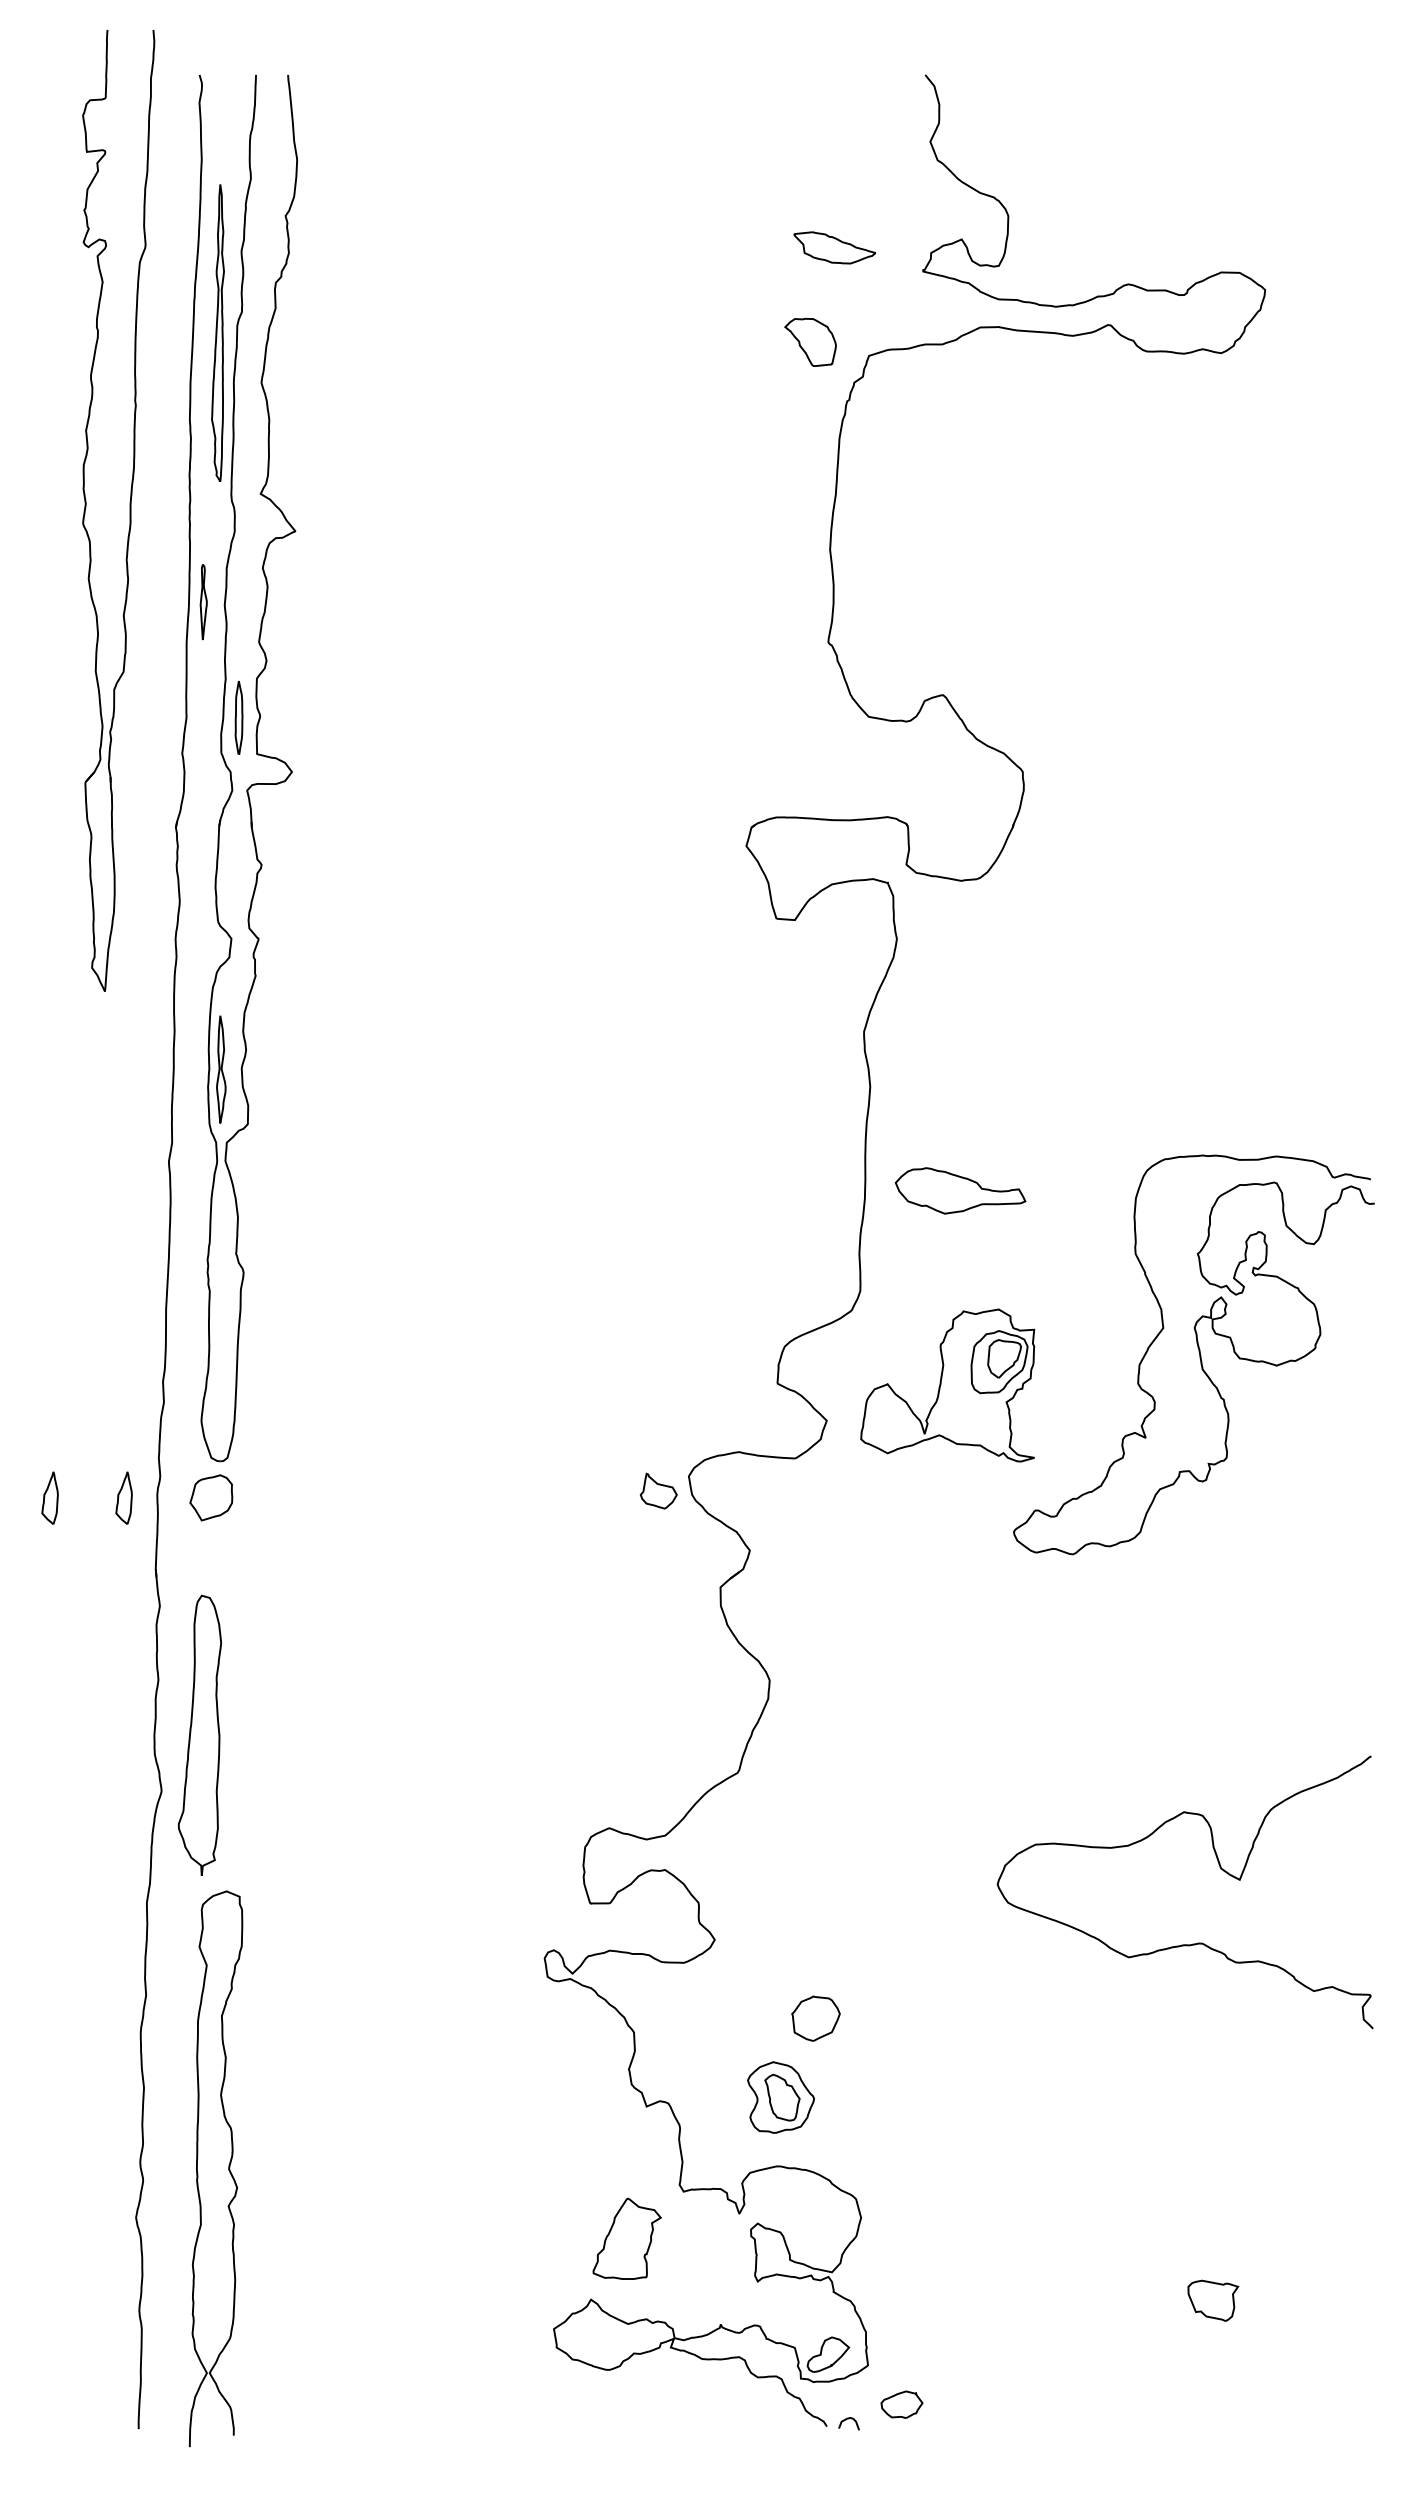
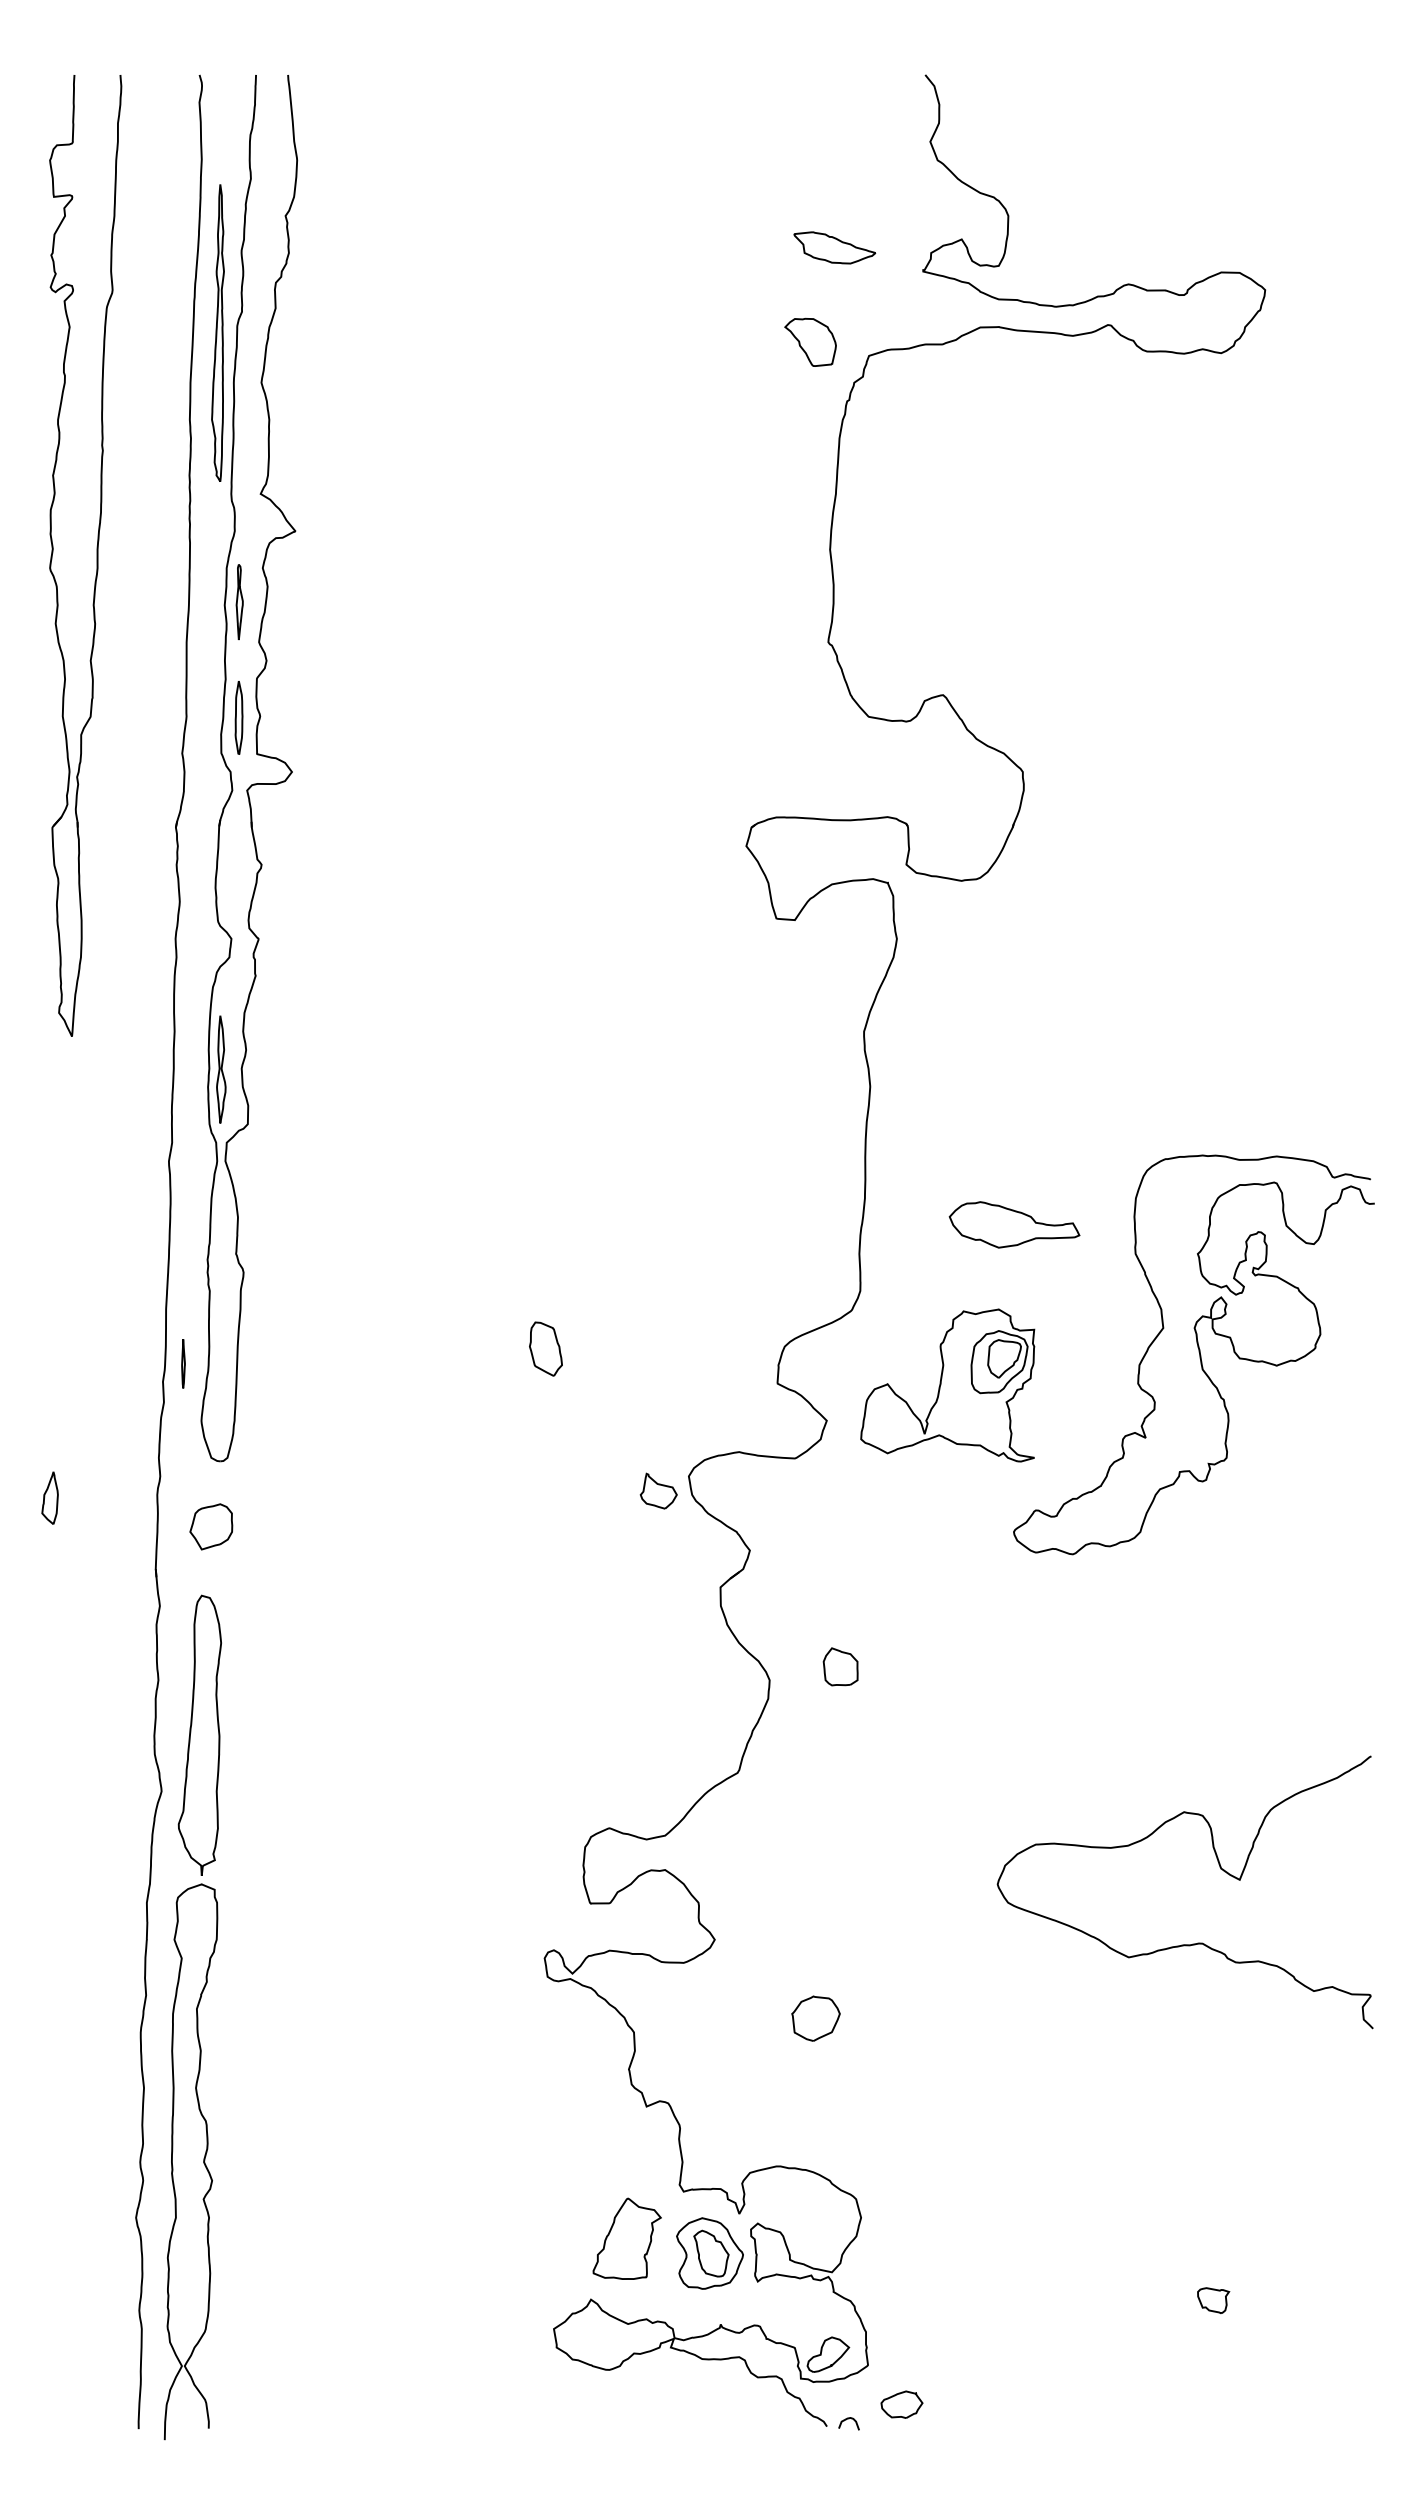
part at (129, 510) position: (129, 510) -> (96, 555)
part at (203, 602) position: (203, 602) -> (239, 602)
part at (960, 1190) position: (960, 1190) -> (1014, 1224)
part at (545, 1348): none -> present
line at (183, 1363): none -> present
part at (123, 1497): present -> none
part at (211, 1497) position: (211, 1497) -> (211, 1526)
part at (840, 1666): none -> present
part at (780, 2097) position: (780, 2097) -> (709, 2253)
curve at (228, 2168) position: (228, 2168) -> (203, 2161)
part at (1213, 2300) size: 53x43 px -> 34x27 px
